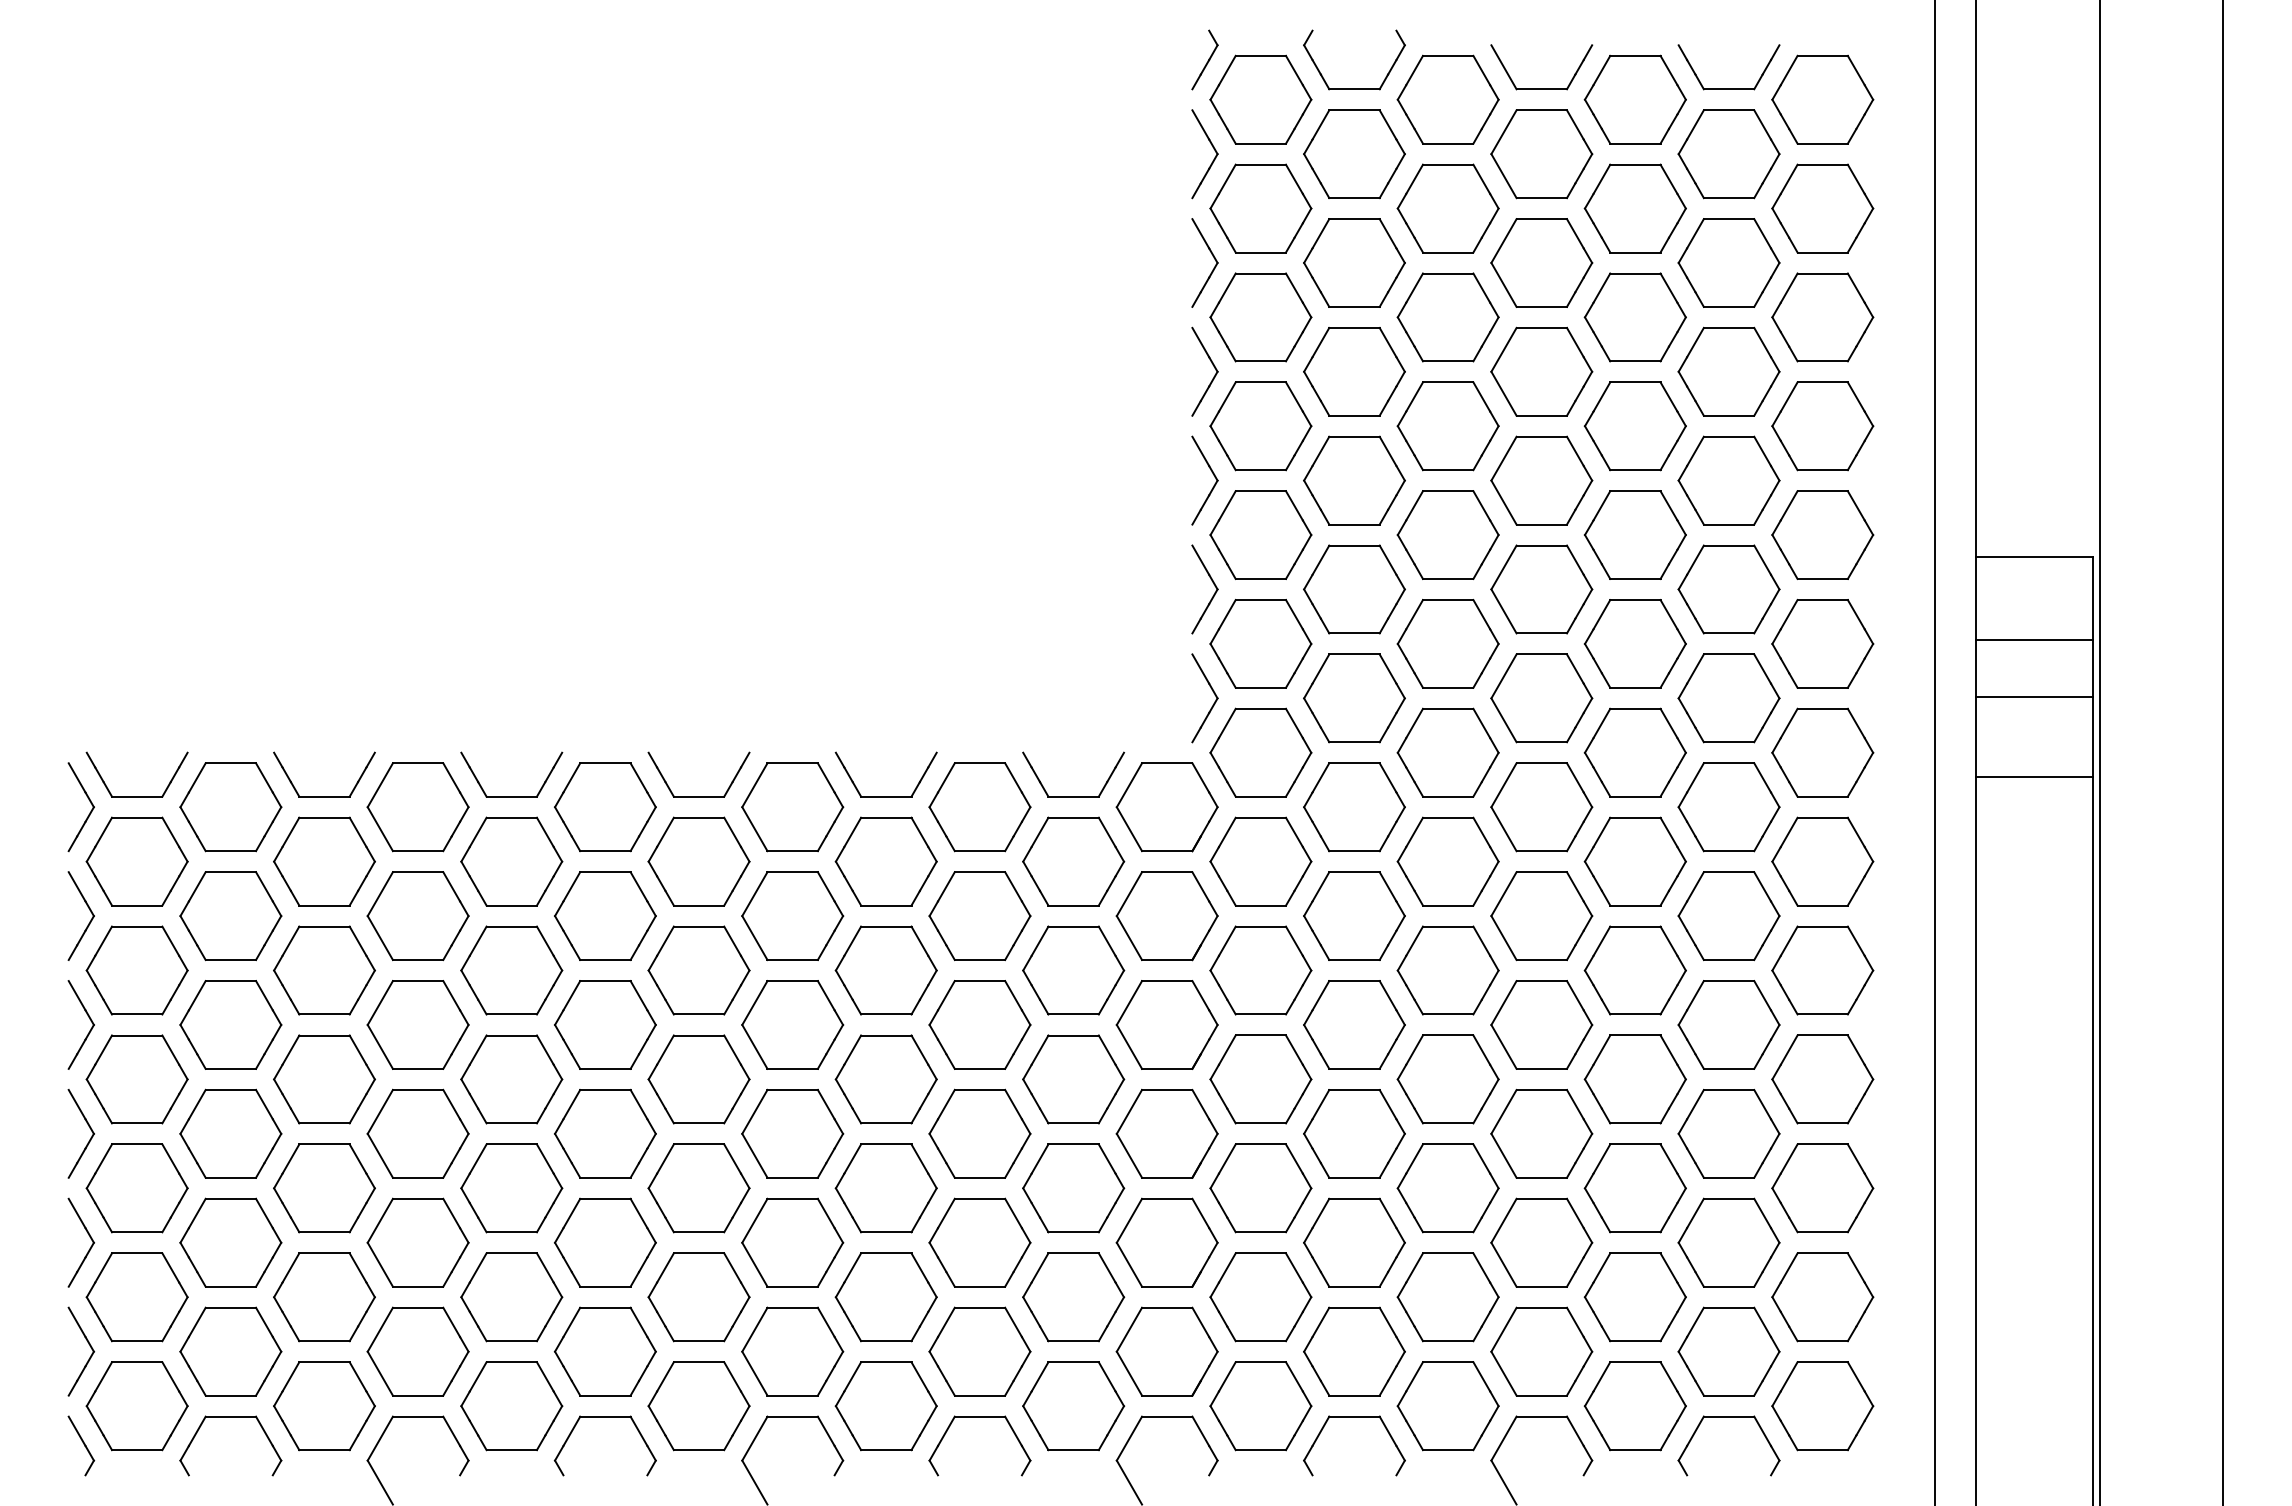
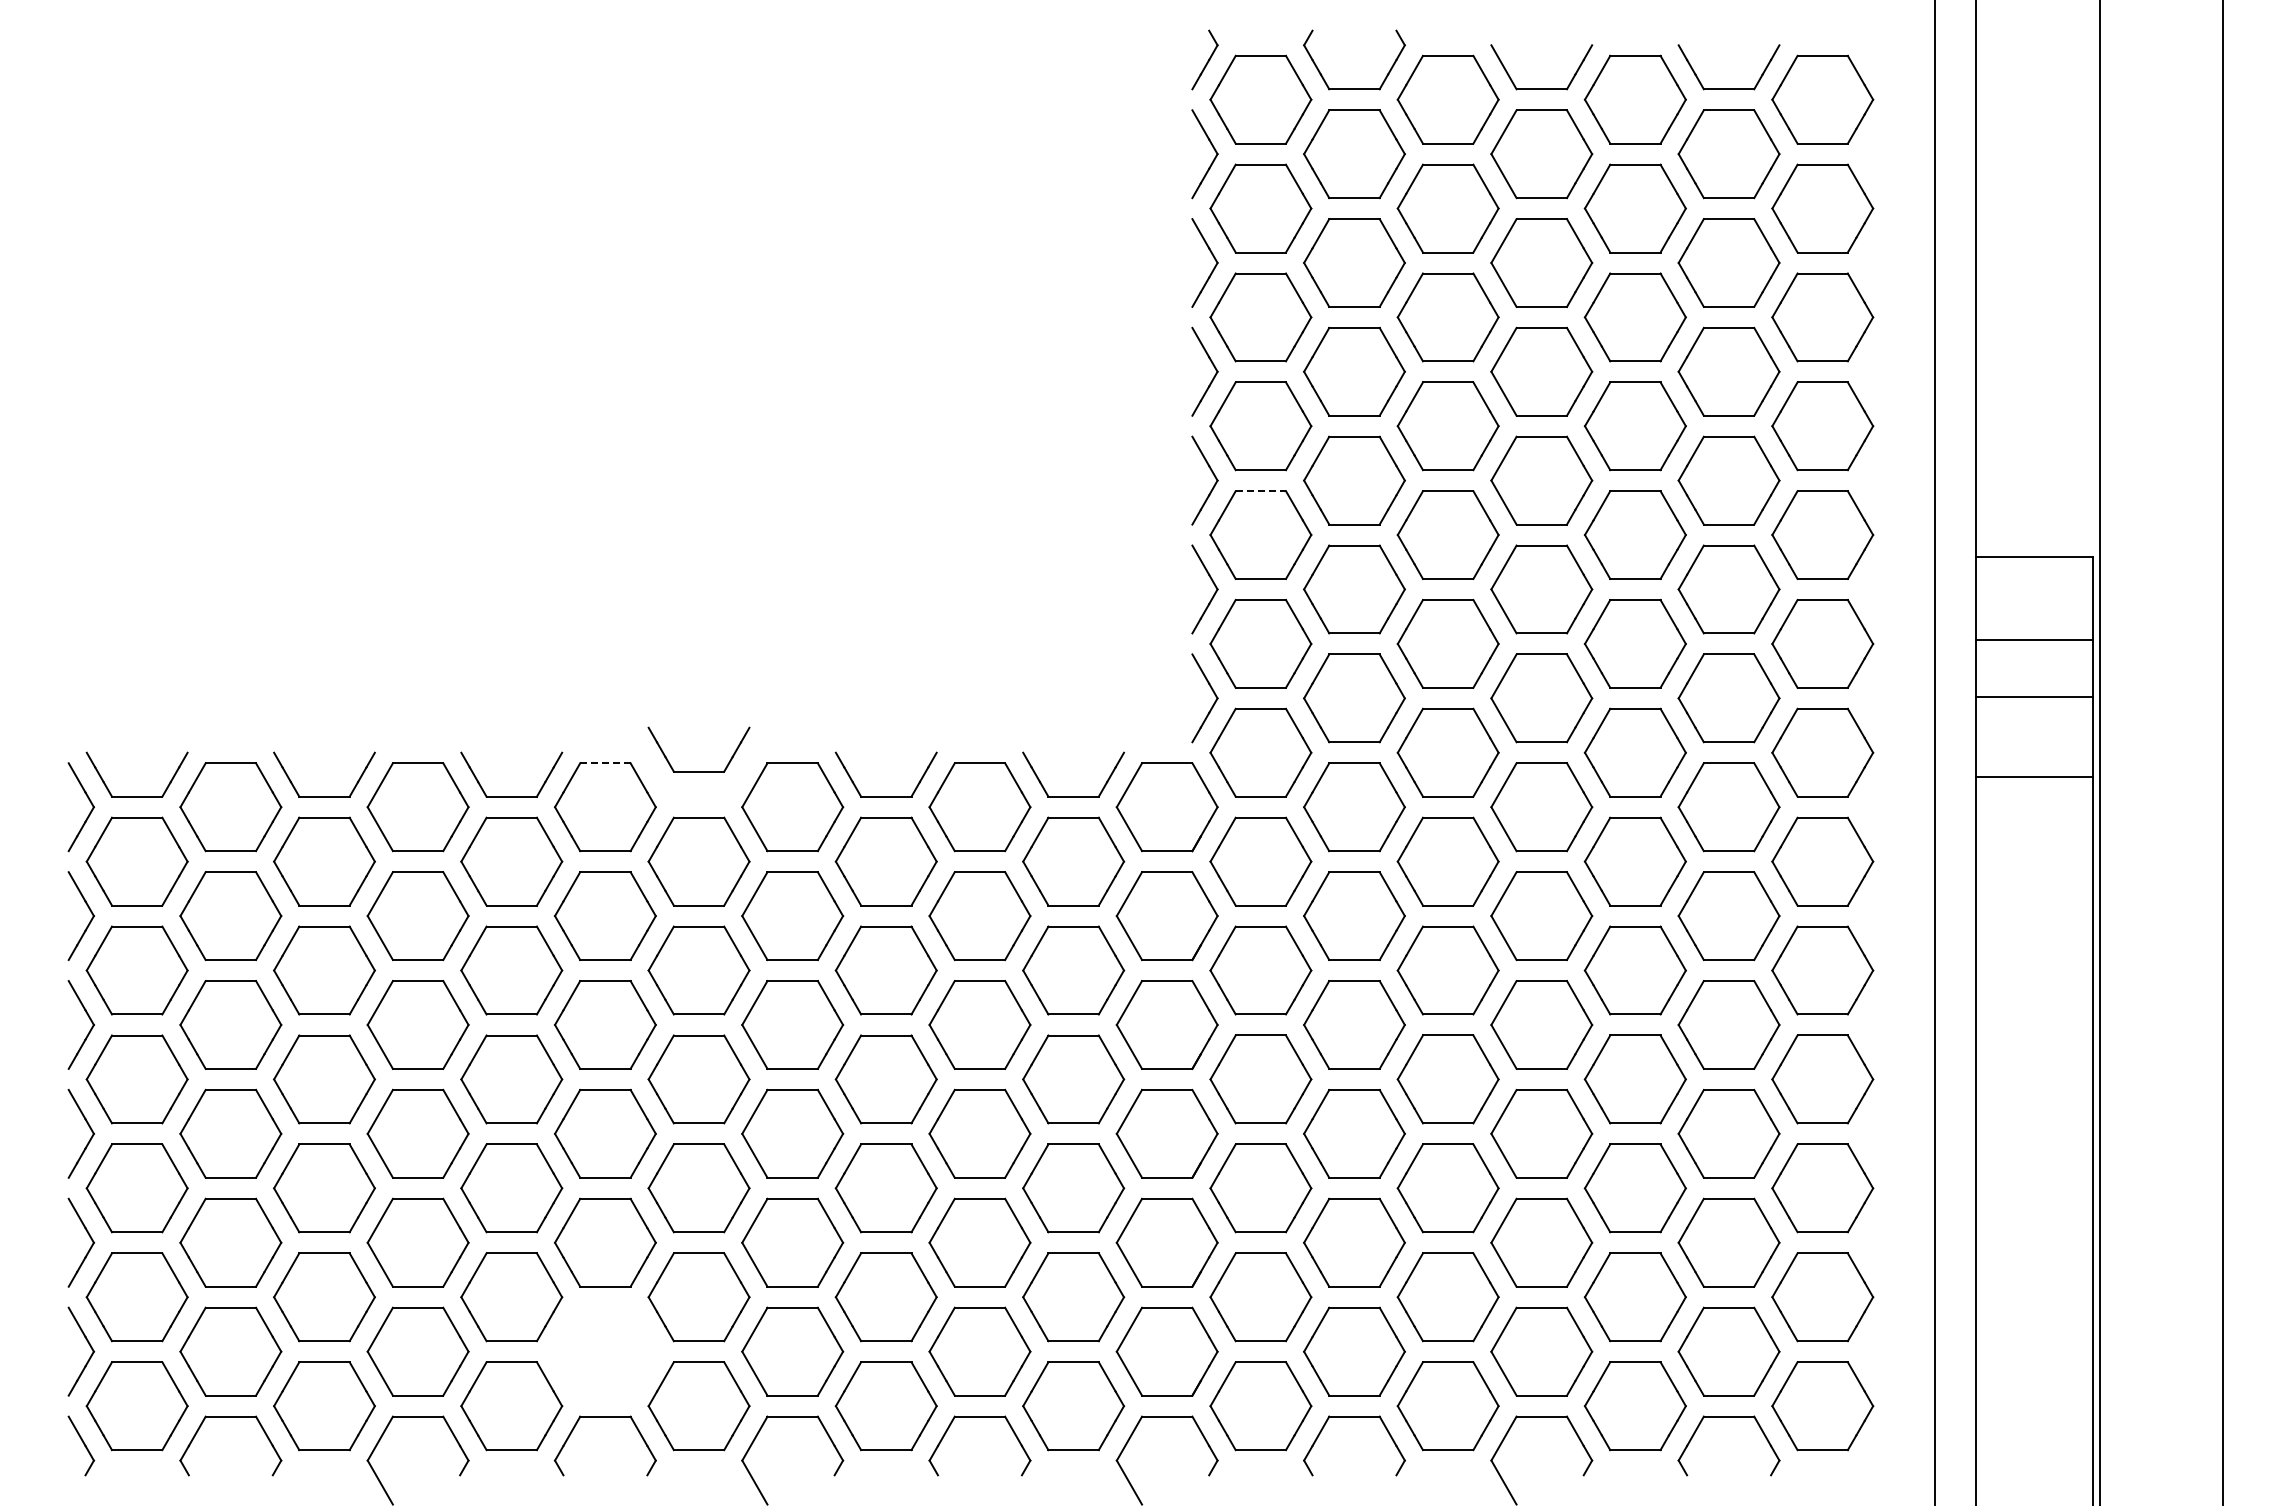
line at (1261, 491): solid -> dashed
line at (605, 763): solid -> dashed
part at (698, 796) position: (698, 796) -> (698, 771)
part at (604, 1351): present -> none
